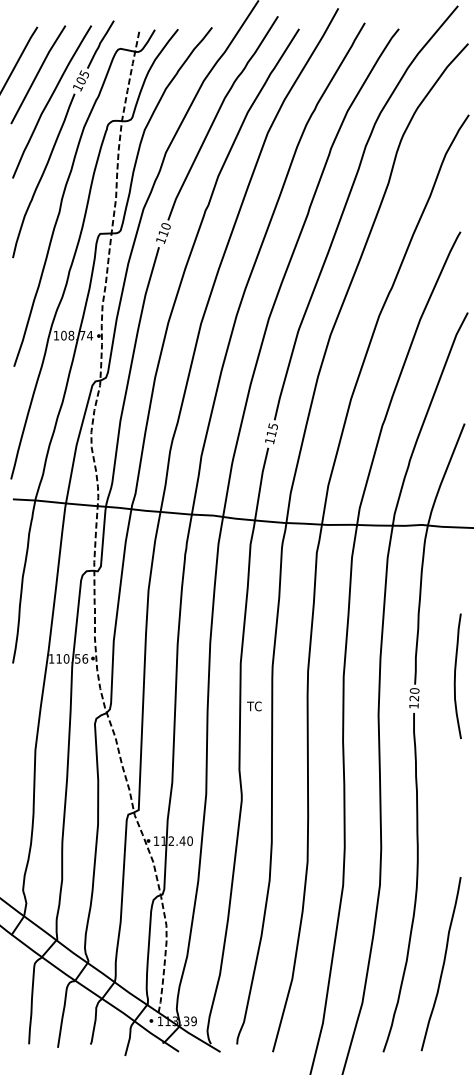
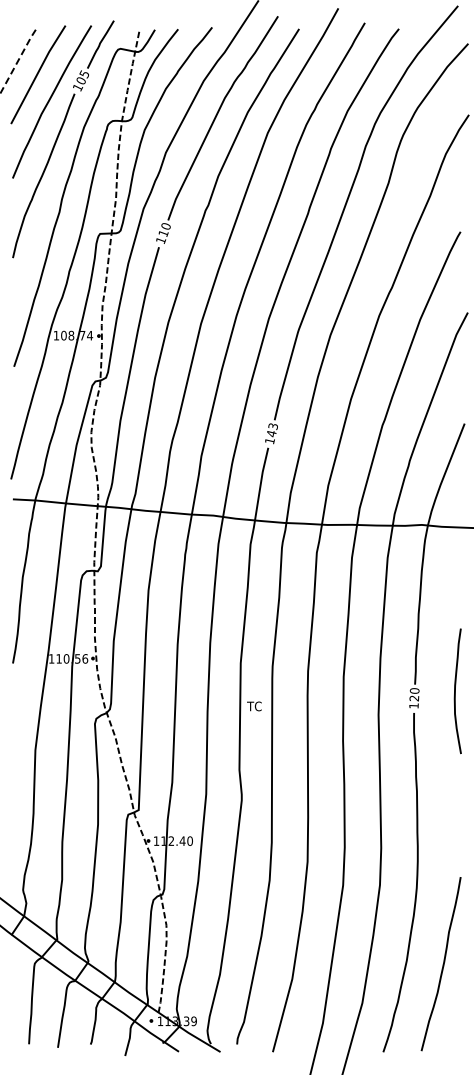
line at (18, 59): solid -> dashed
text at (271, 430): 115 -> 143
curve at (455, 675) position: (455, 675) -> (455, 690)
